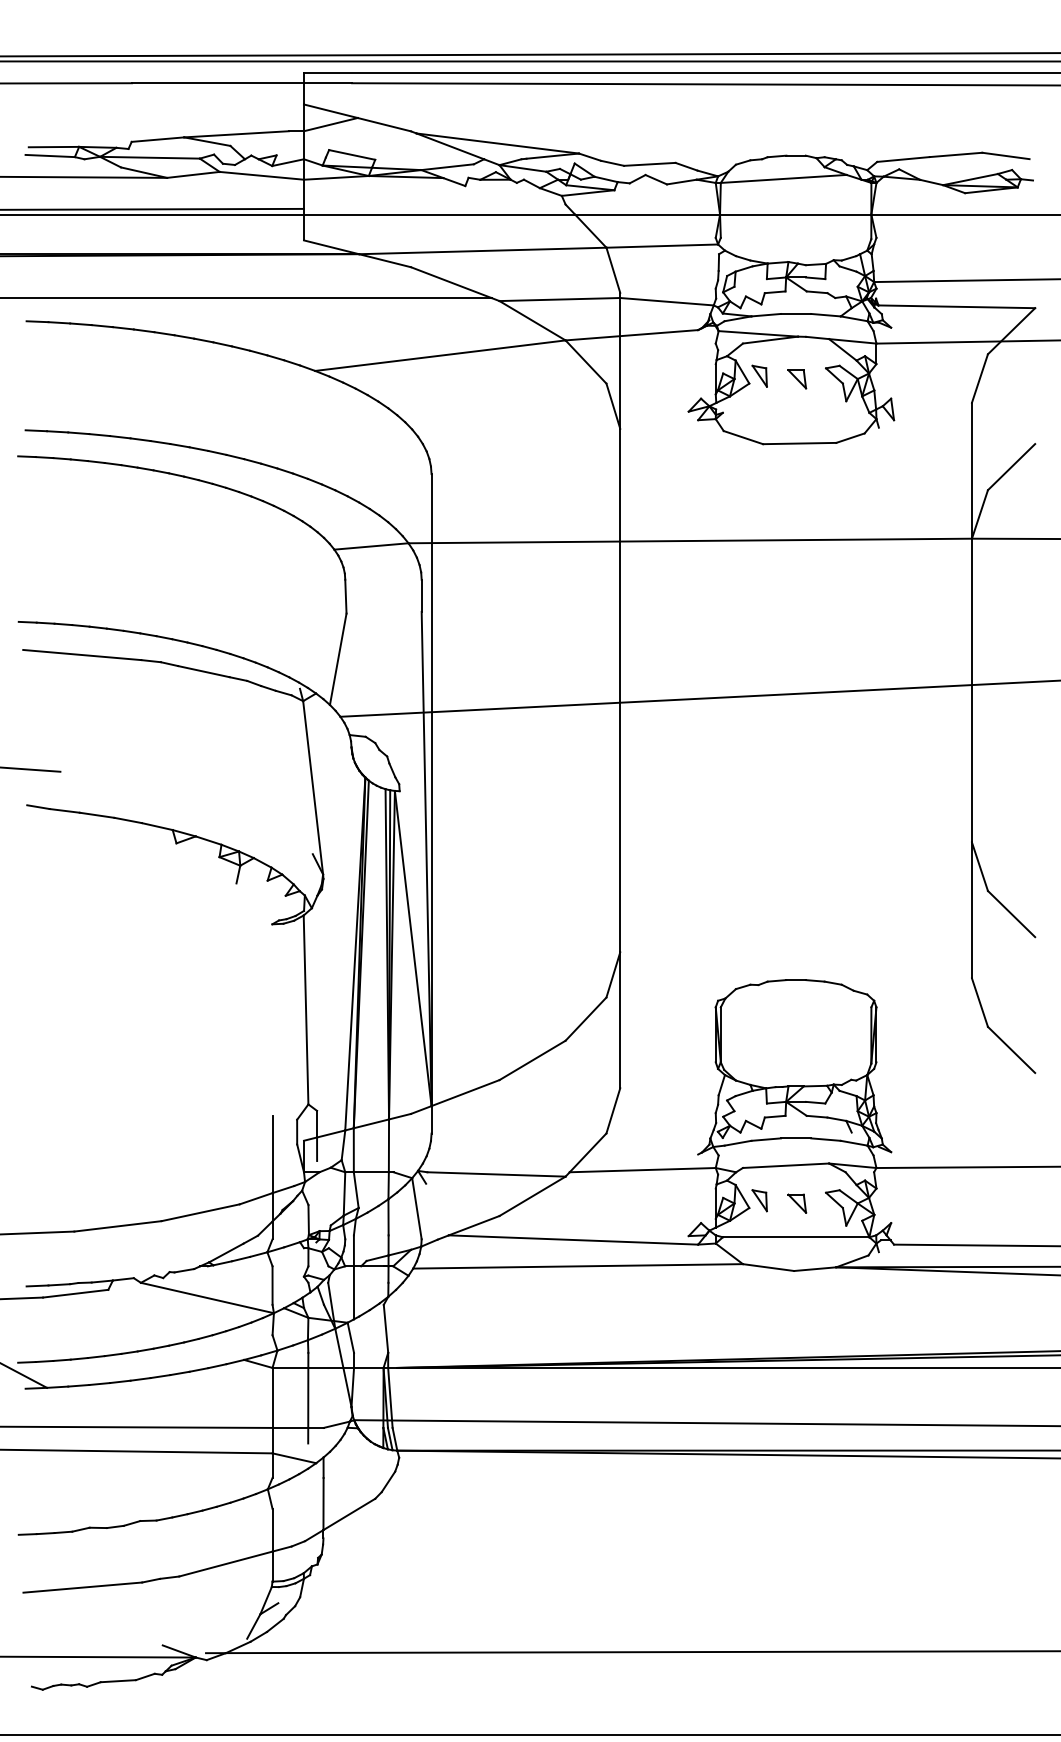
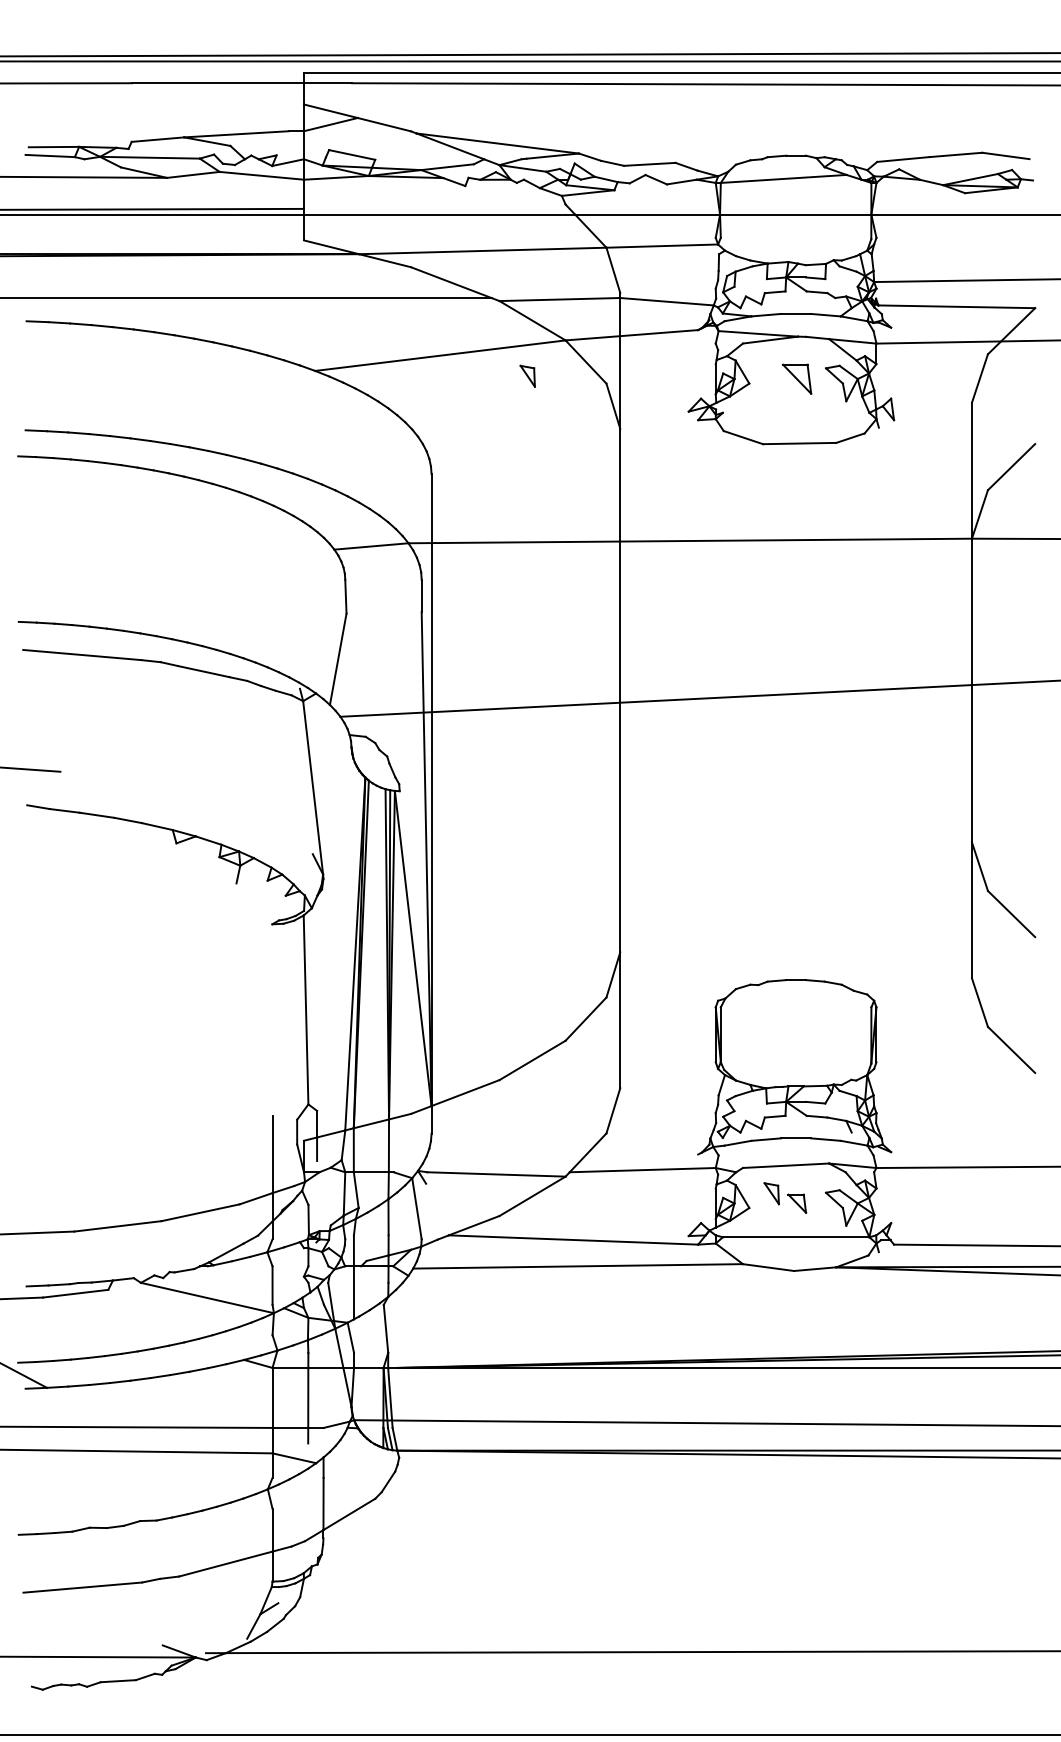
part at (759, 375) position: (759, 375) -> (527, 375)
part at (797, 379) size: 21x21 px -> 31x32 px
part at (759, 1200) position: (759, 1200) -> (771, 1193)
